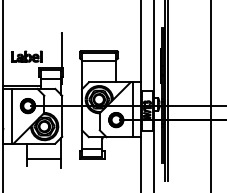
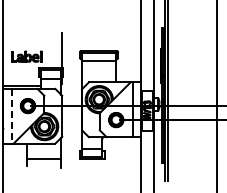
line at (211, 95) position: (211, 95) -> (217, 95)
line at (11, 116): solid -> dashed
